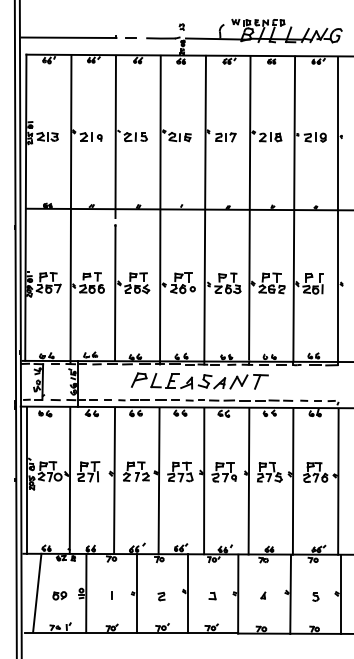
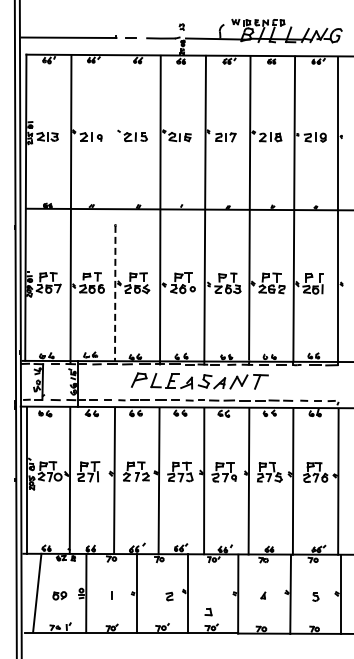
line at (115, 136): present -> none
line at (115, 293): solid -> dashed
part at (212, 595) position: (212, 595) -> (208, 611)
part at (161, 596) position: (161, 596) -> (169, 596)
